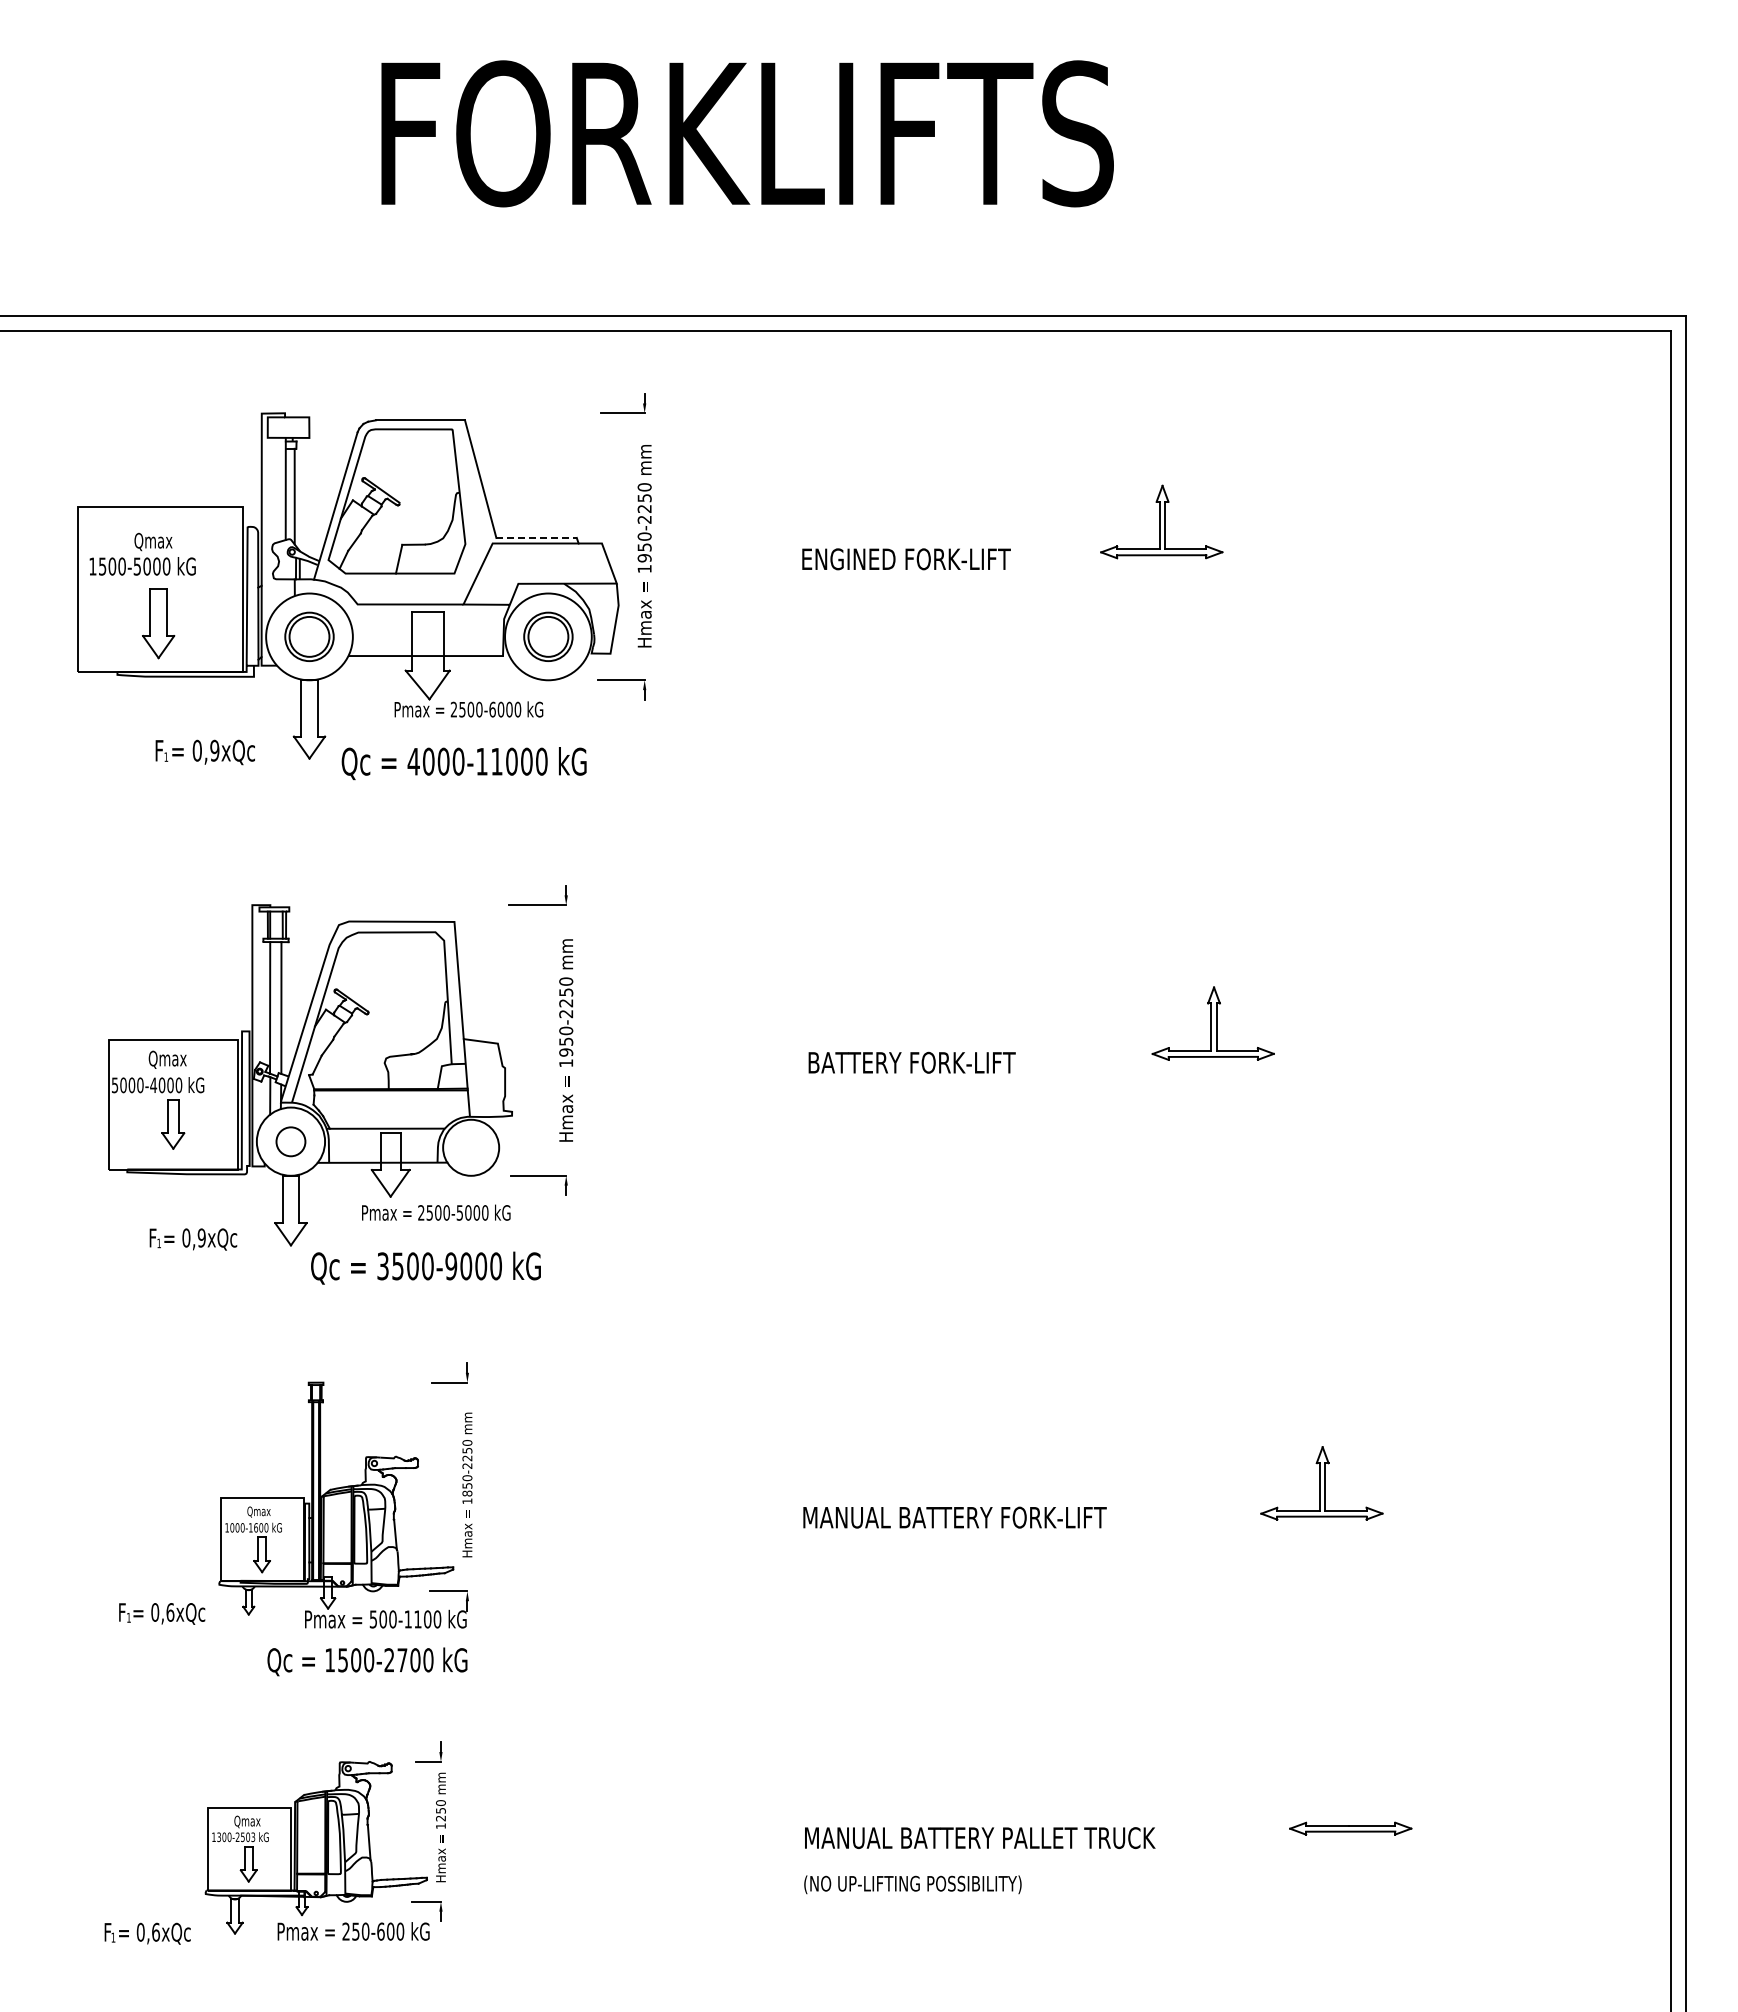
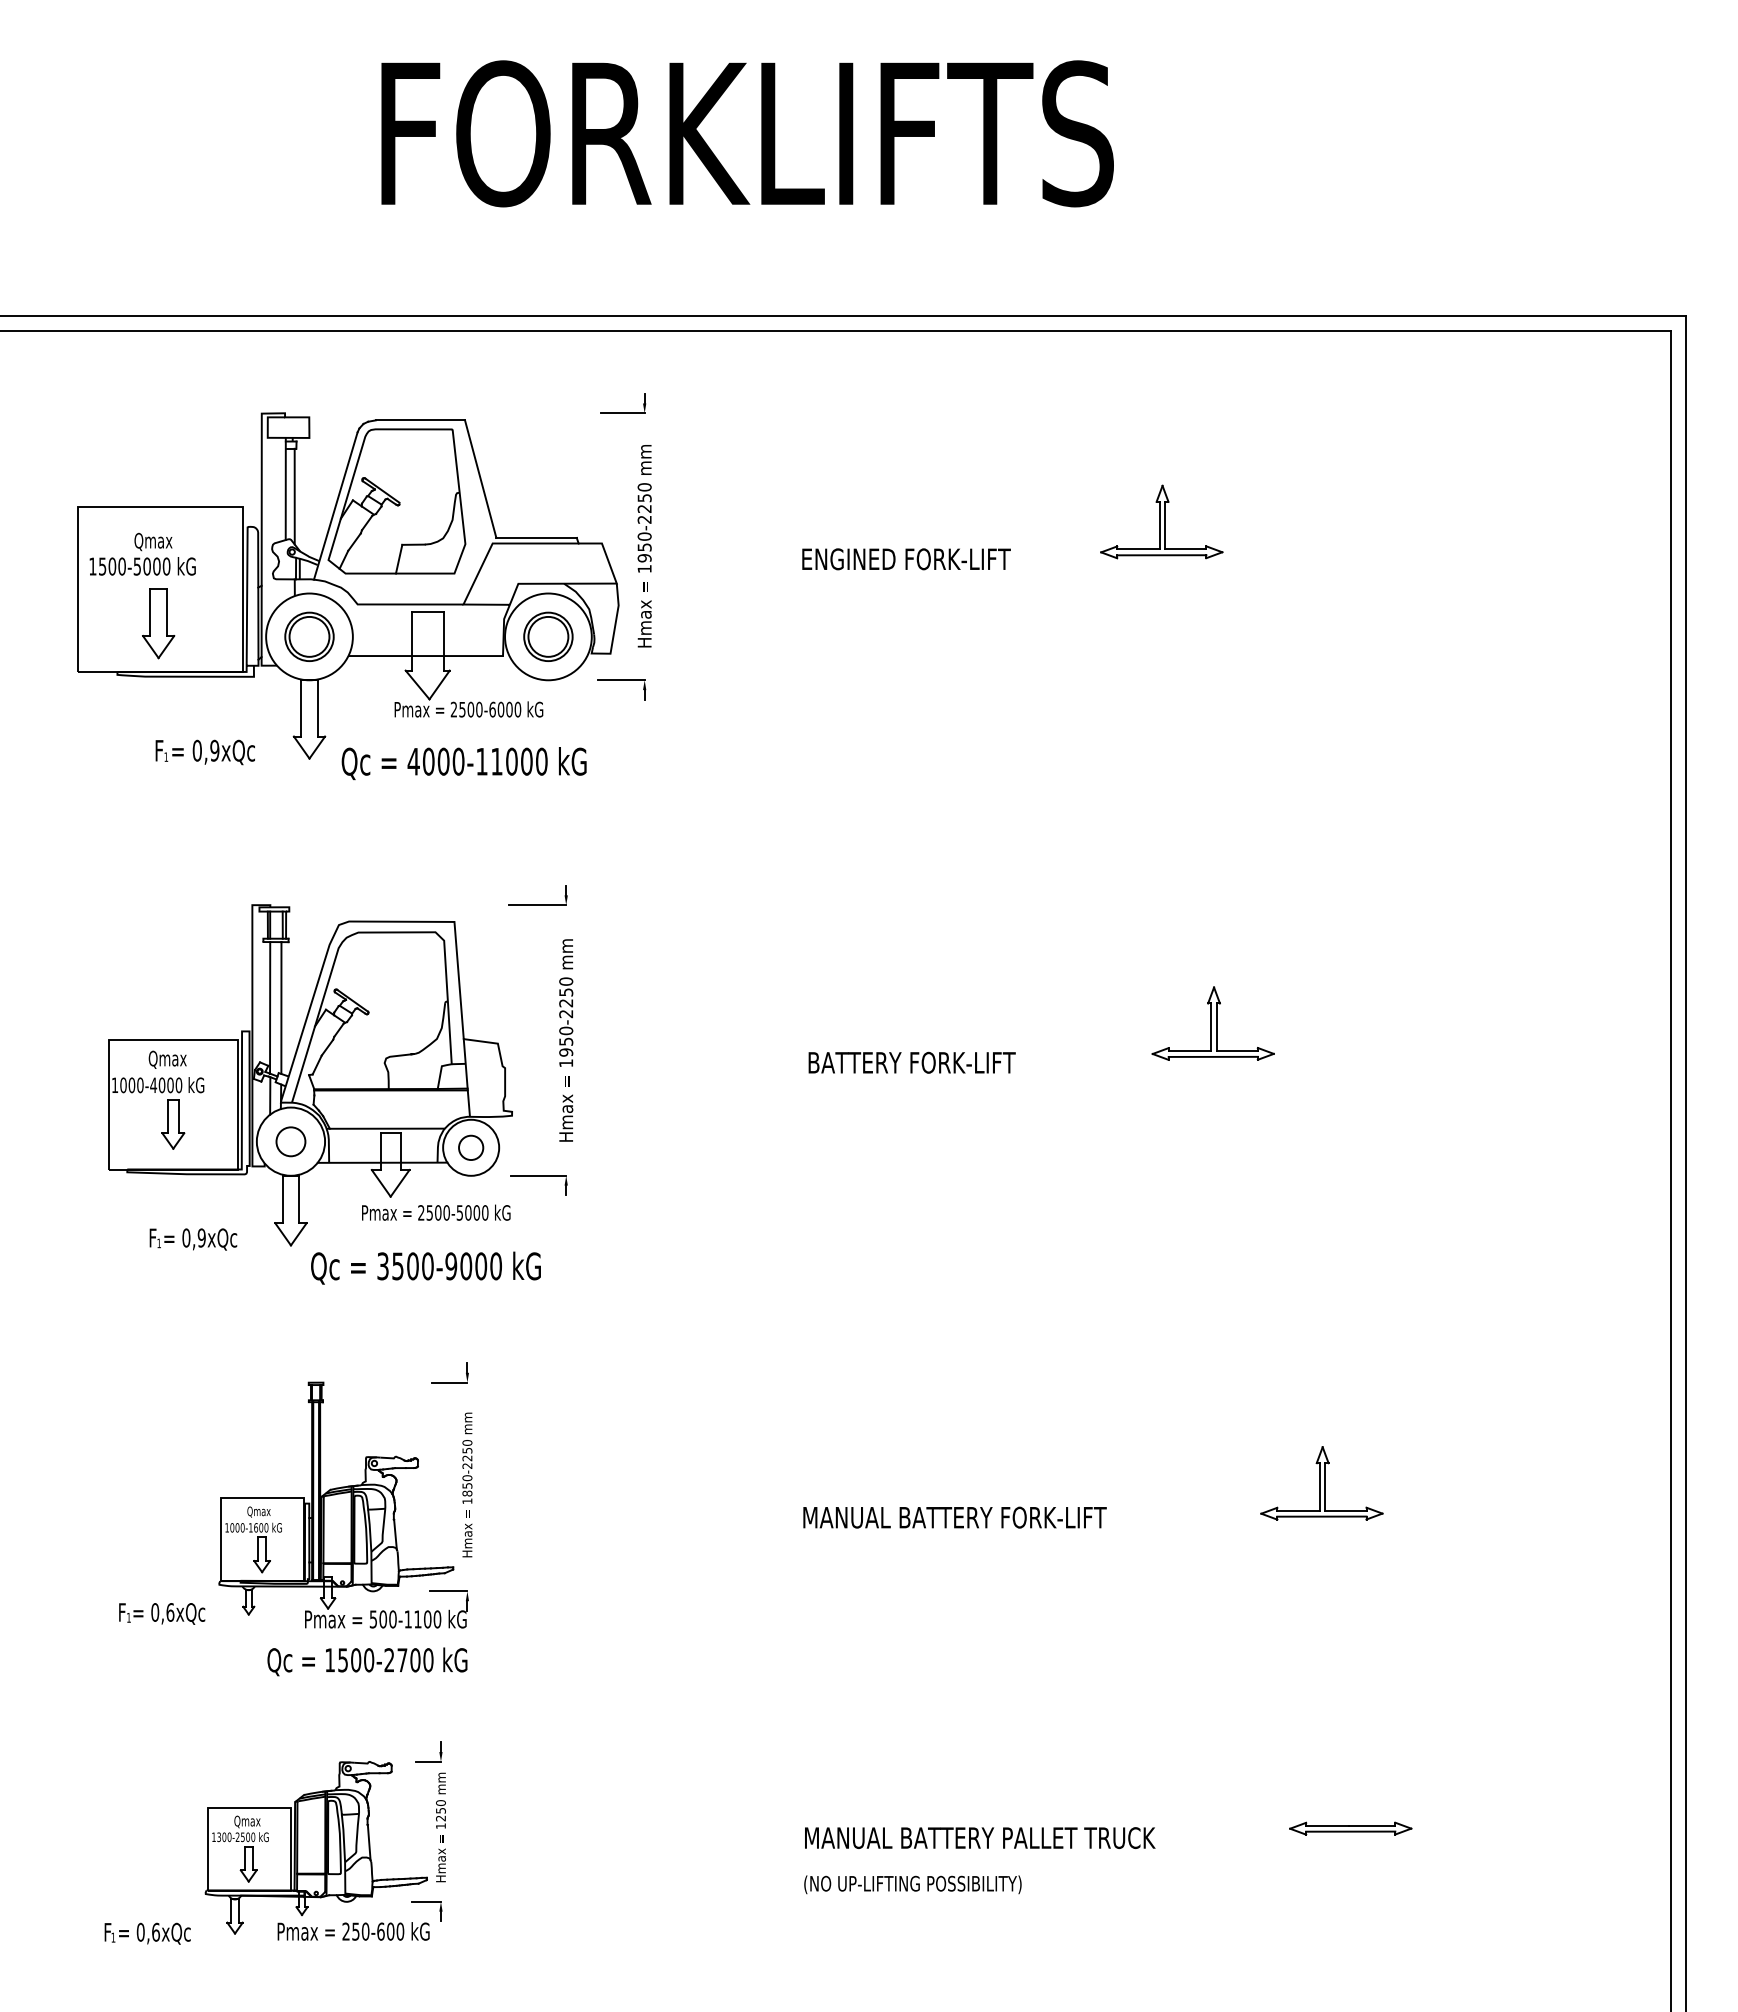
line at (537, 537): dashed -> solid
text at (115, 1085): 5000-4000 -> 1000-4000
circle at (471, 1147): none -> present
text at (253, 1837): 1300-2503 -> 1300-2500
